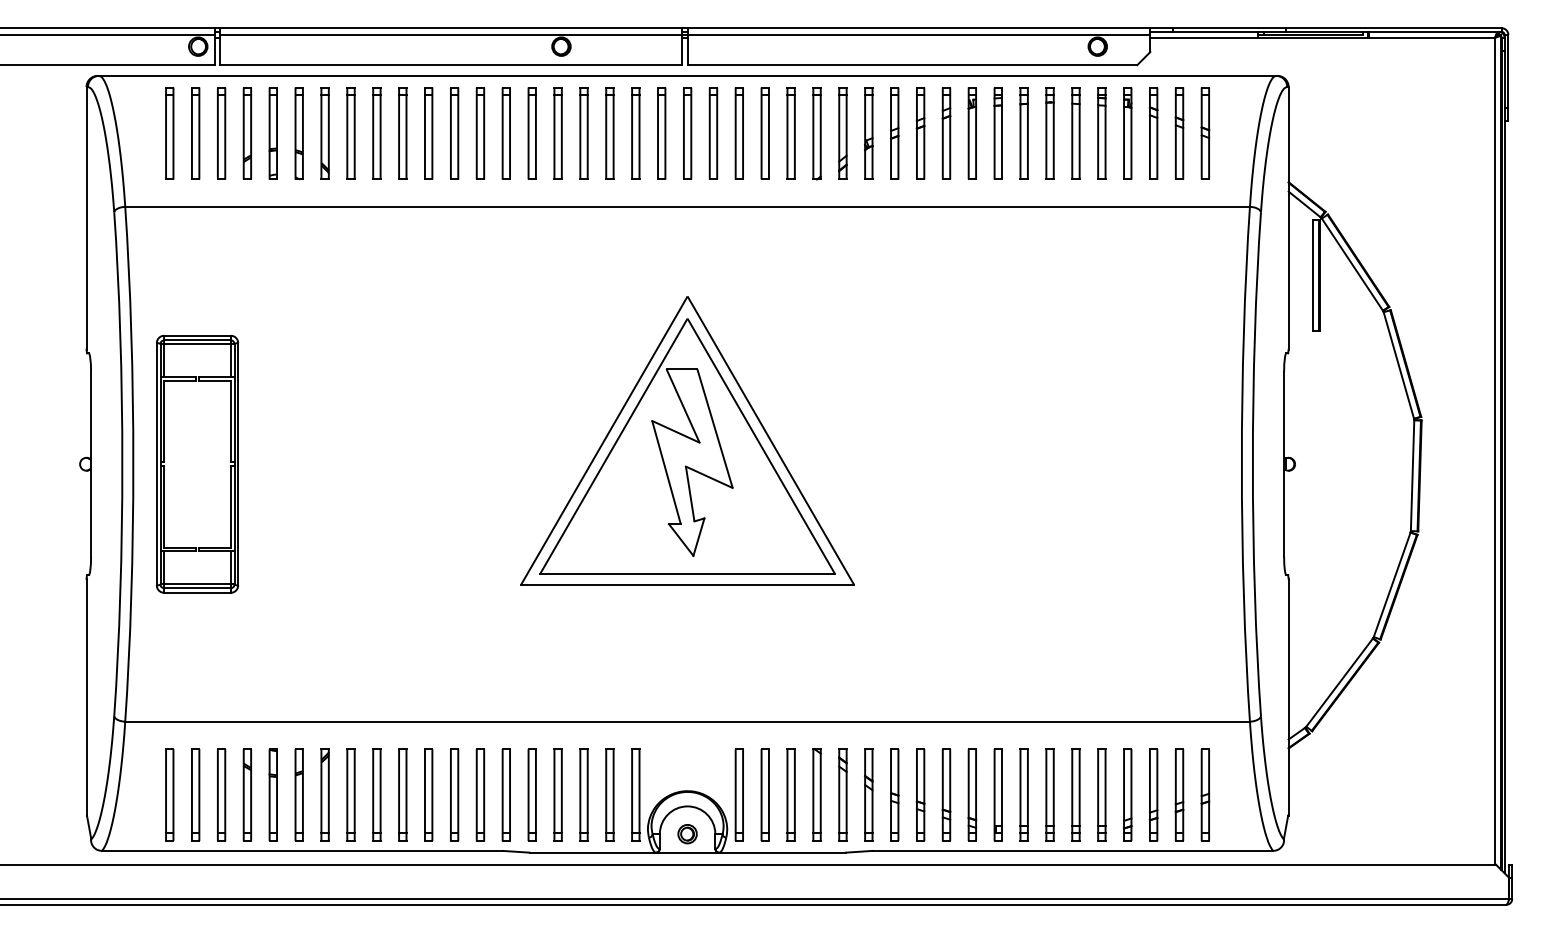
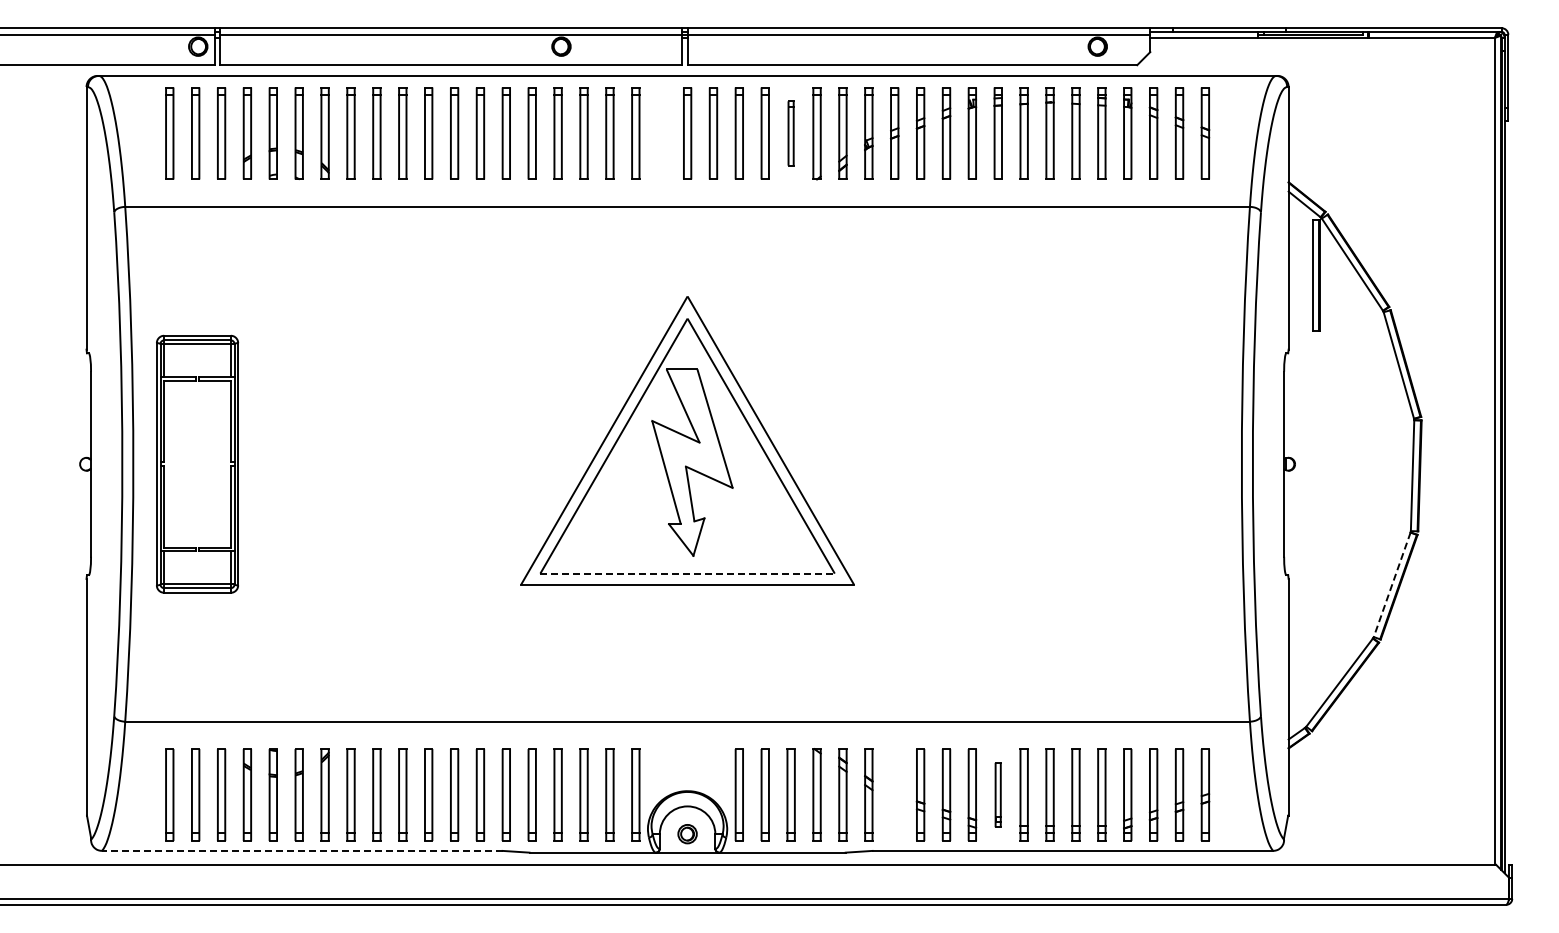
part at (661, 133): present -> none
part at (790, 133) size: 10x93 px -> 8x67 px
line at (688, 573): solid -> dashed
line at (1392, 585): solid -> dashed
part at (894, 794): present -> none
part at (997, 794) size: 10x94 px -> 8x66 px
line at (301, 850): solid -> dashed
